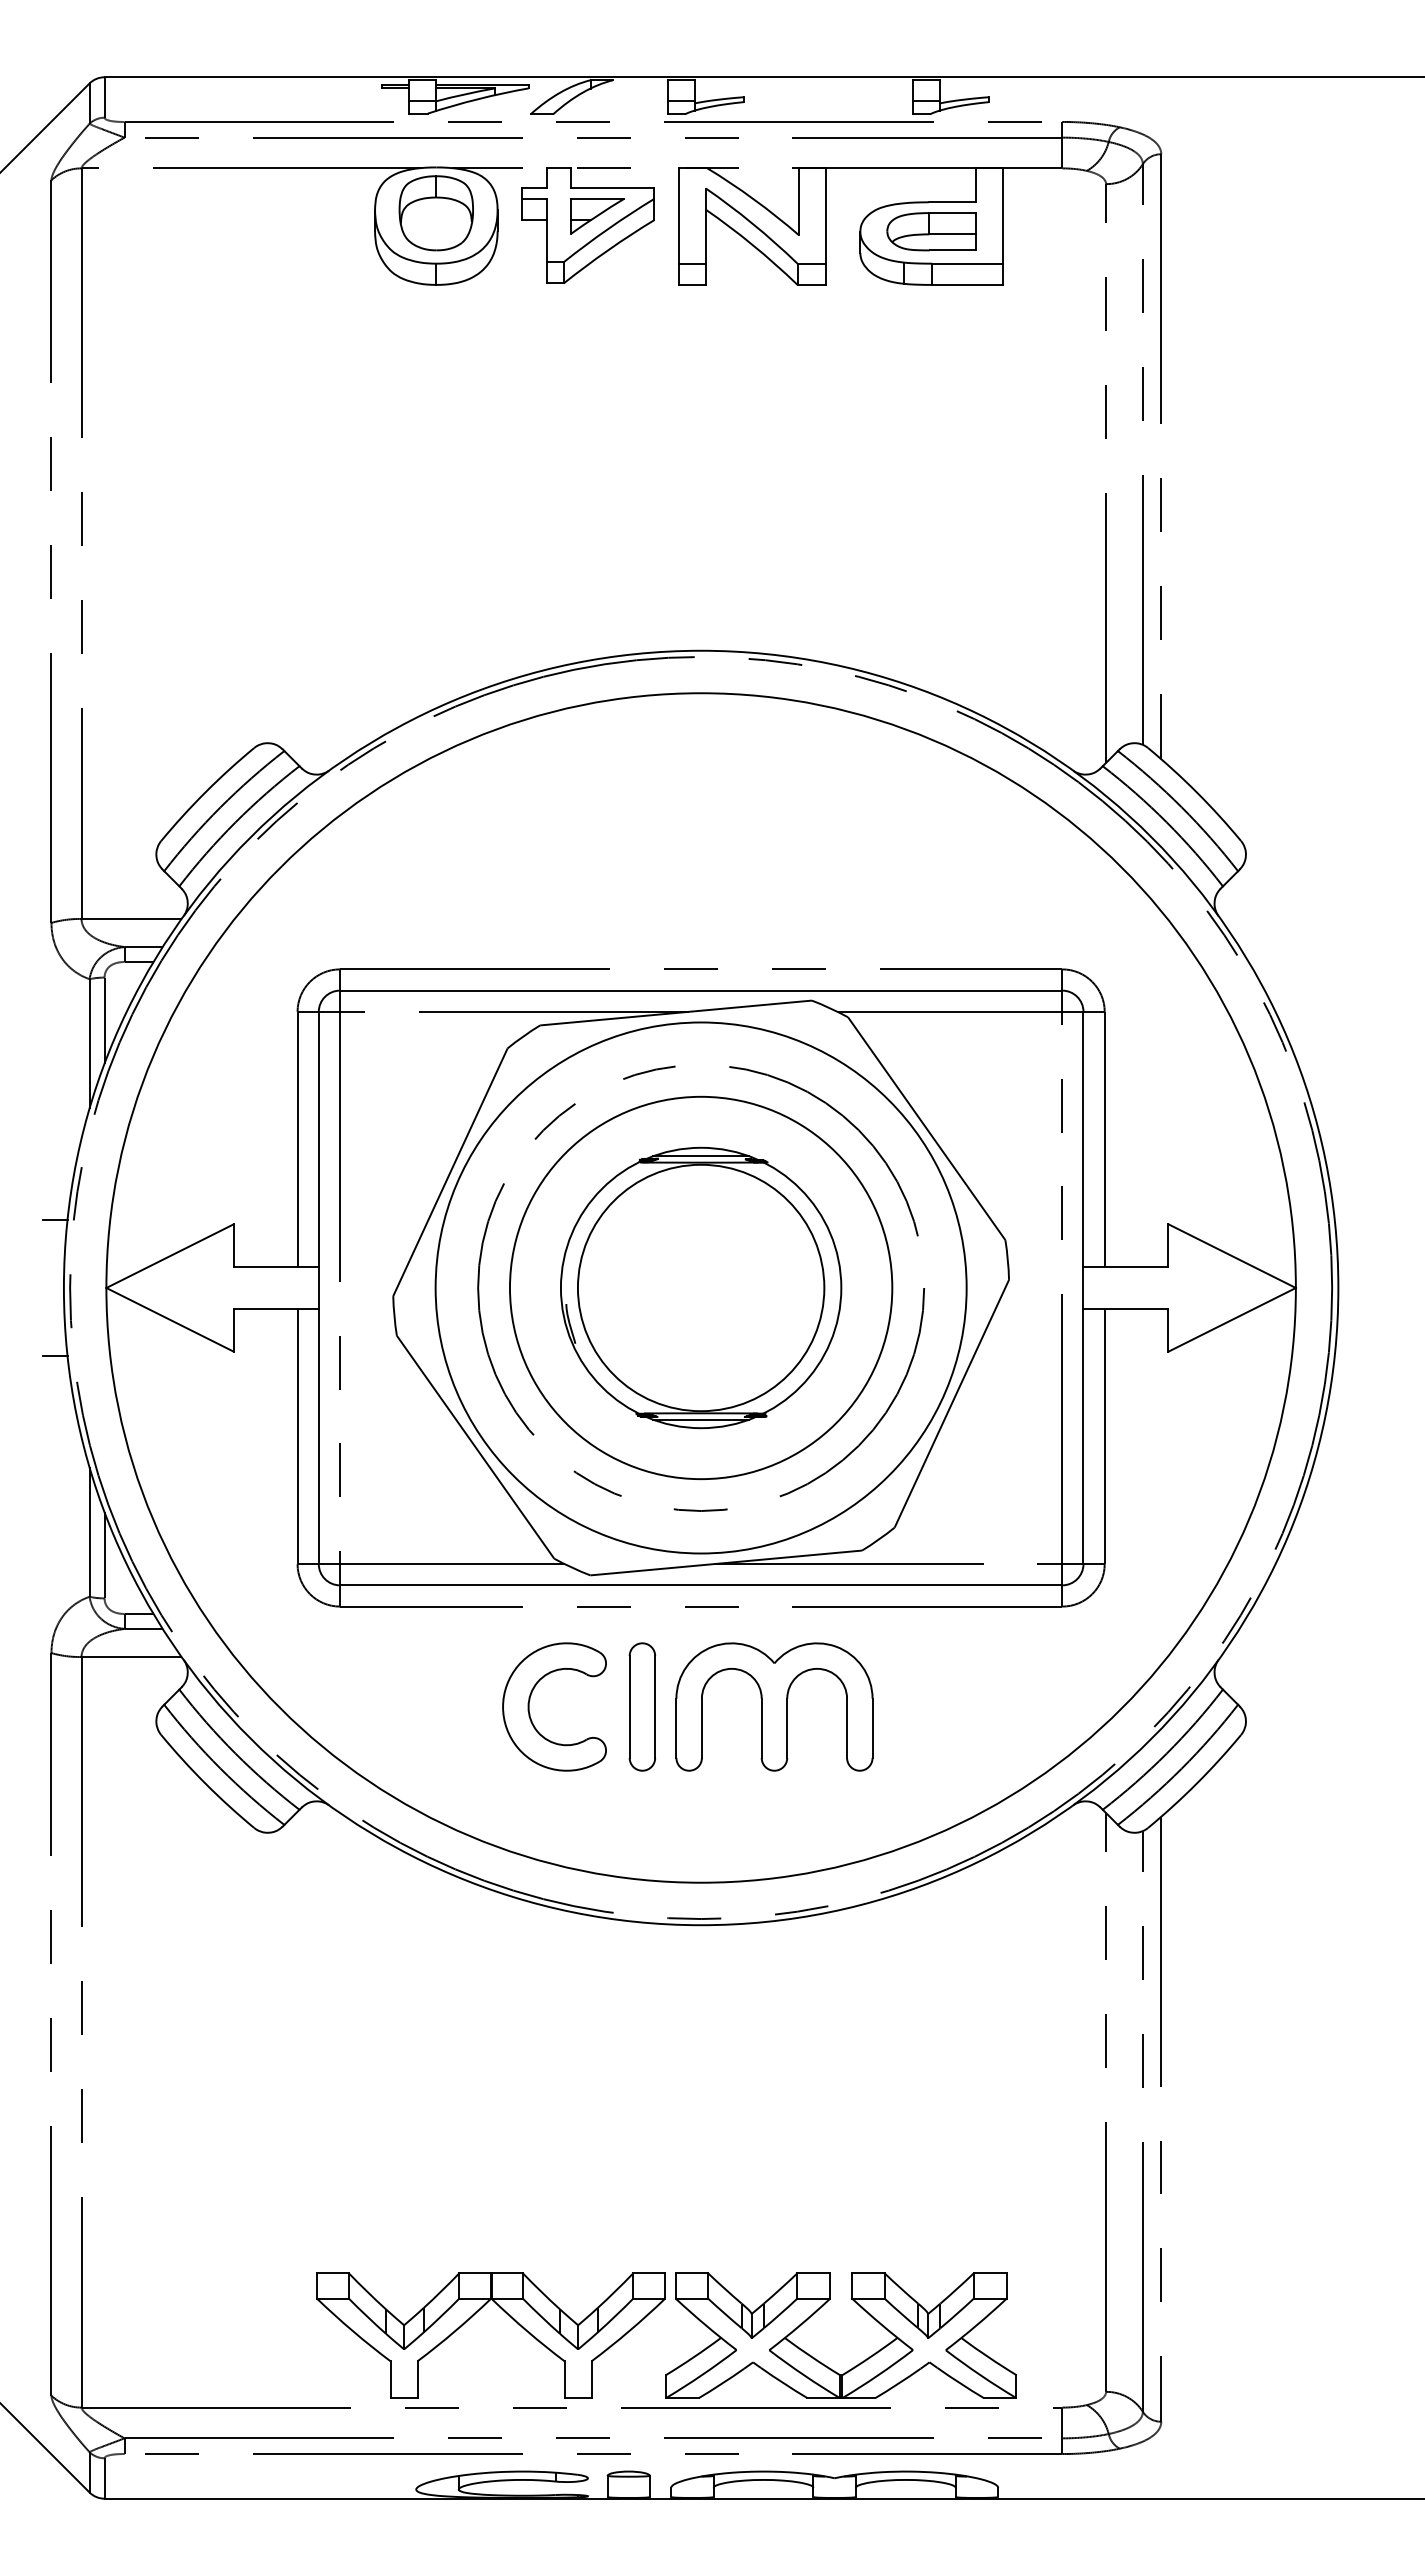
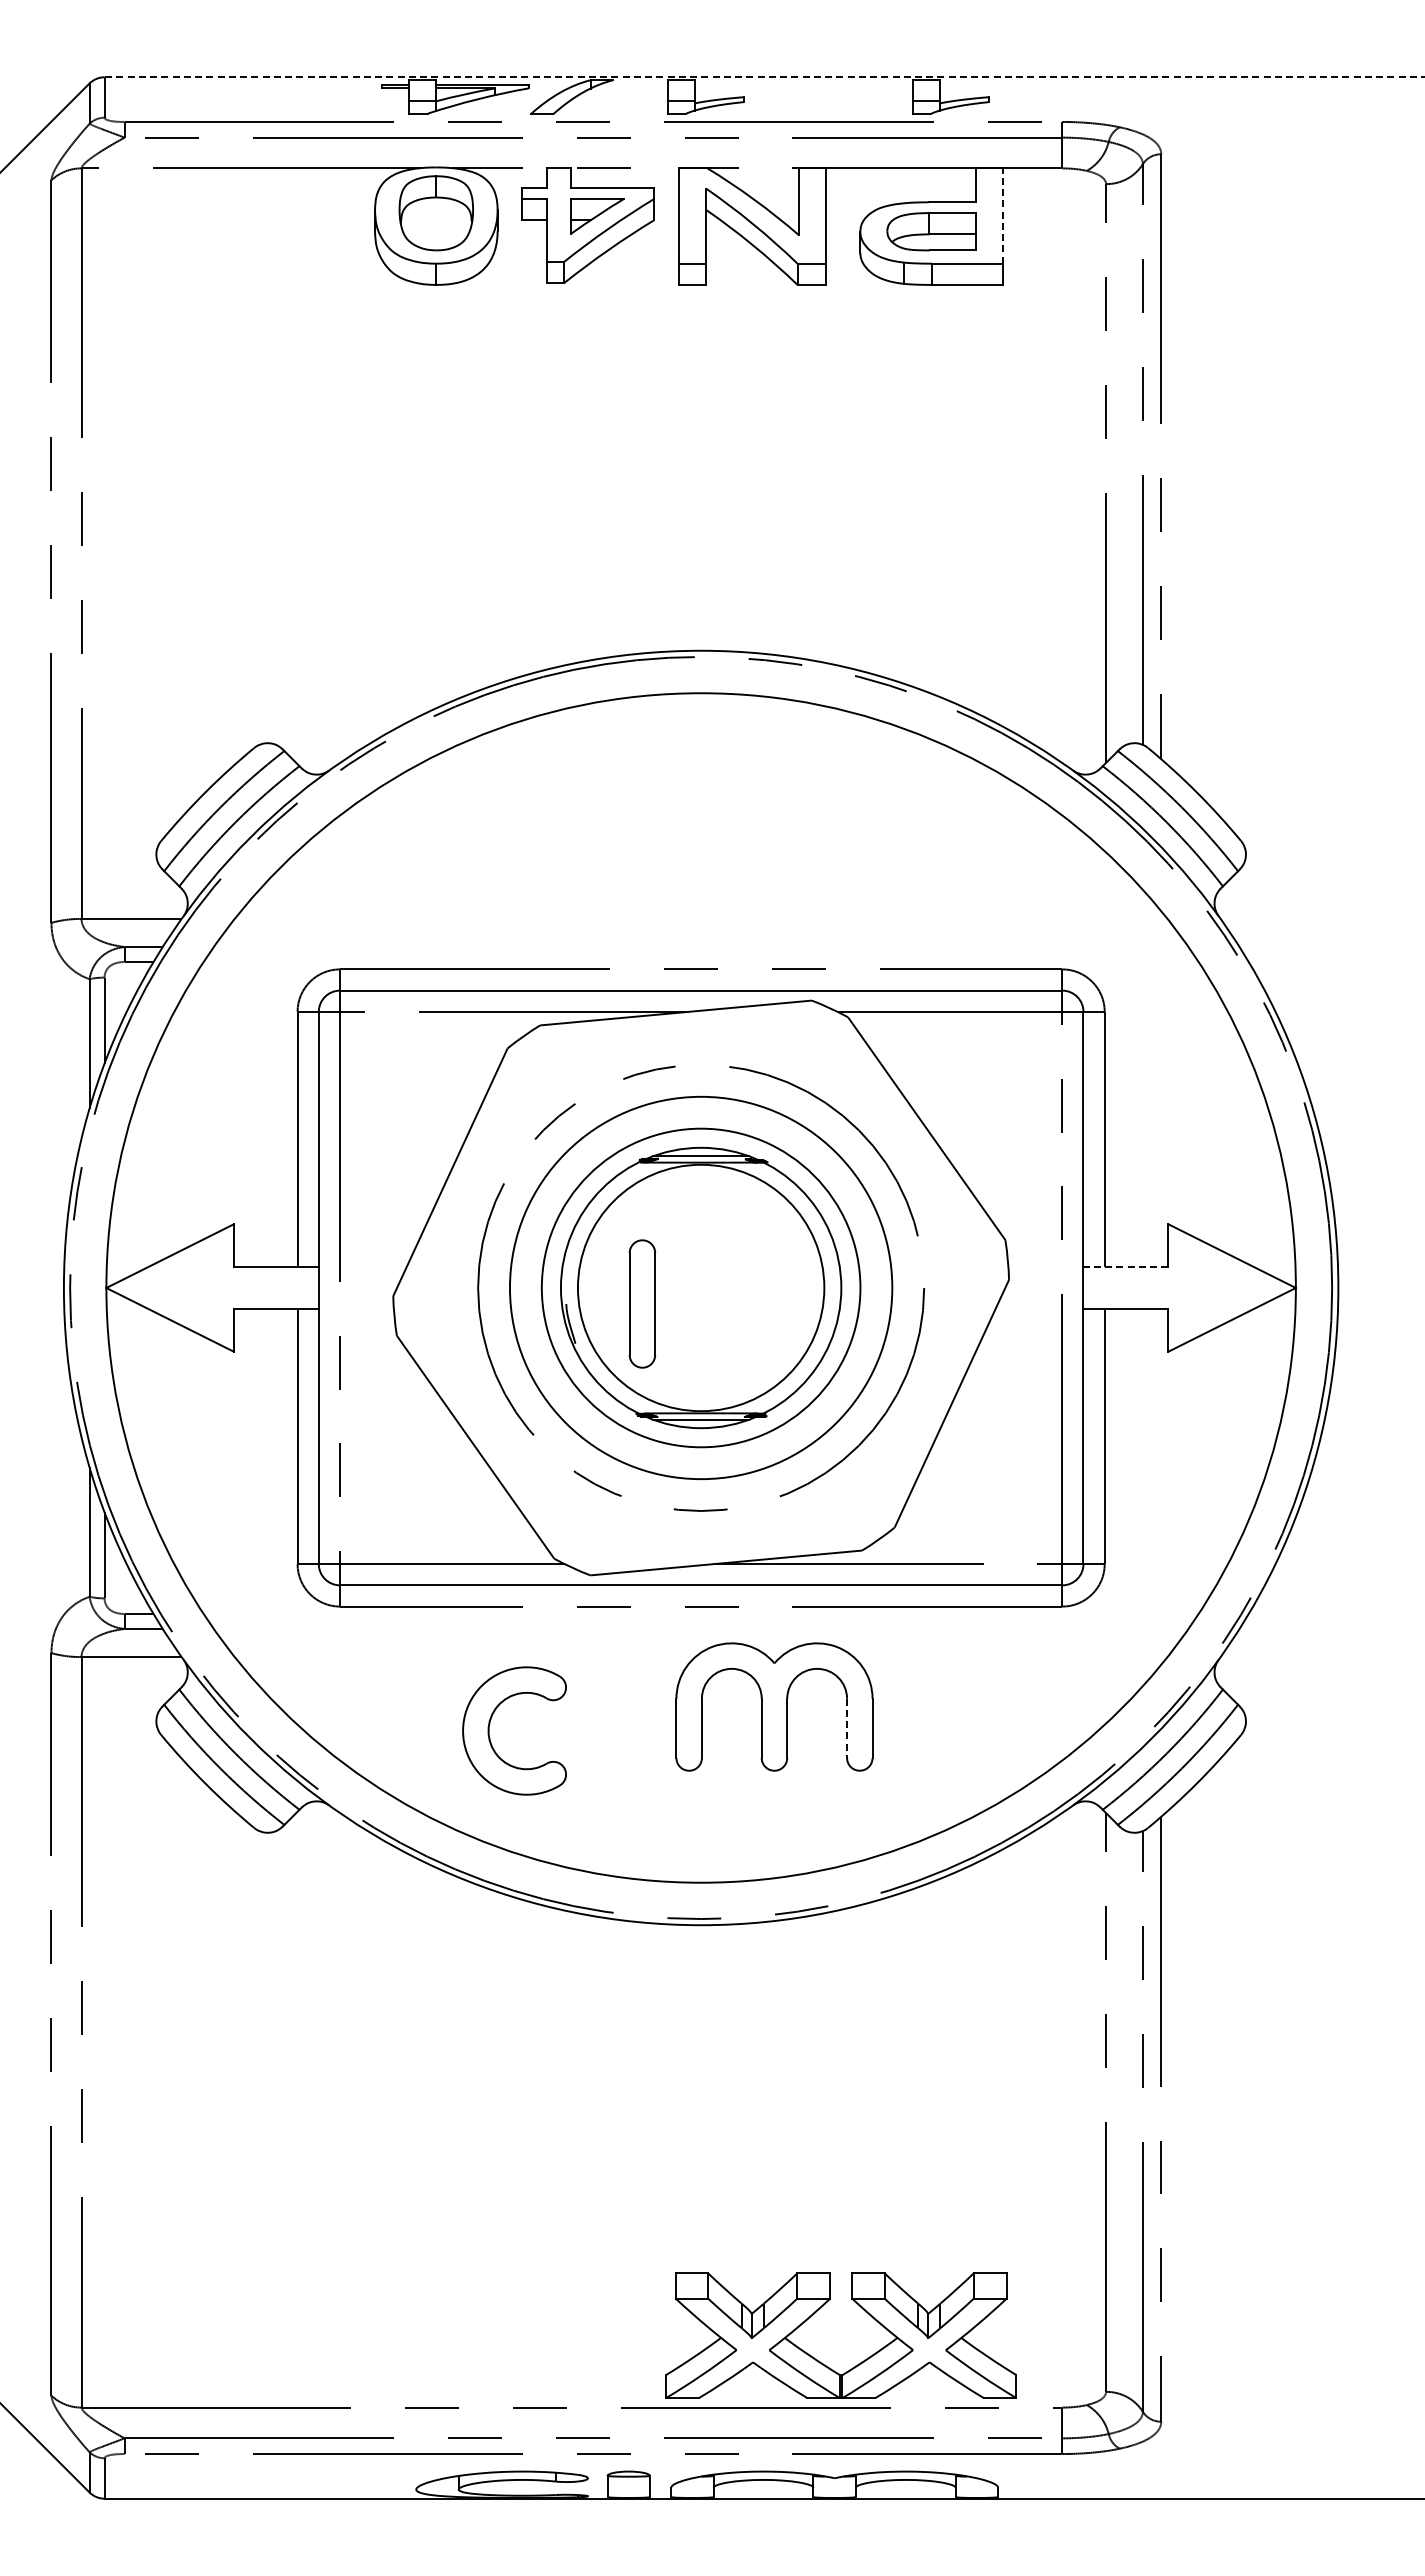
line at (764, 77): solid -> dashed
line at (1002, 216): solid -> dashed
line at (54, 1220): present -> none
line at (1125, 1266): solid -> dashed
circle at (700, 1287) diameter: 531 px -> 319 px
line at (54, 1355): present -> none
part at (530, 1700) position: (530, 1700) -> (490, 1724)
part at (642, 1706) position: (642, 1706) -> (642, 1303)
line at (847, 1728): solid -> dashed
part at (472, 2317): present -> none
